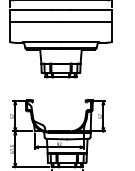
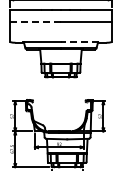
line at (35, 21): solid -> dashed
line at (79, 42): solid -> dashed
